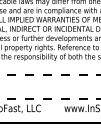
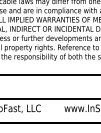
line at (50, 75): dashed -> solid
line at (50, 99): dashed -> solid
